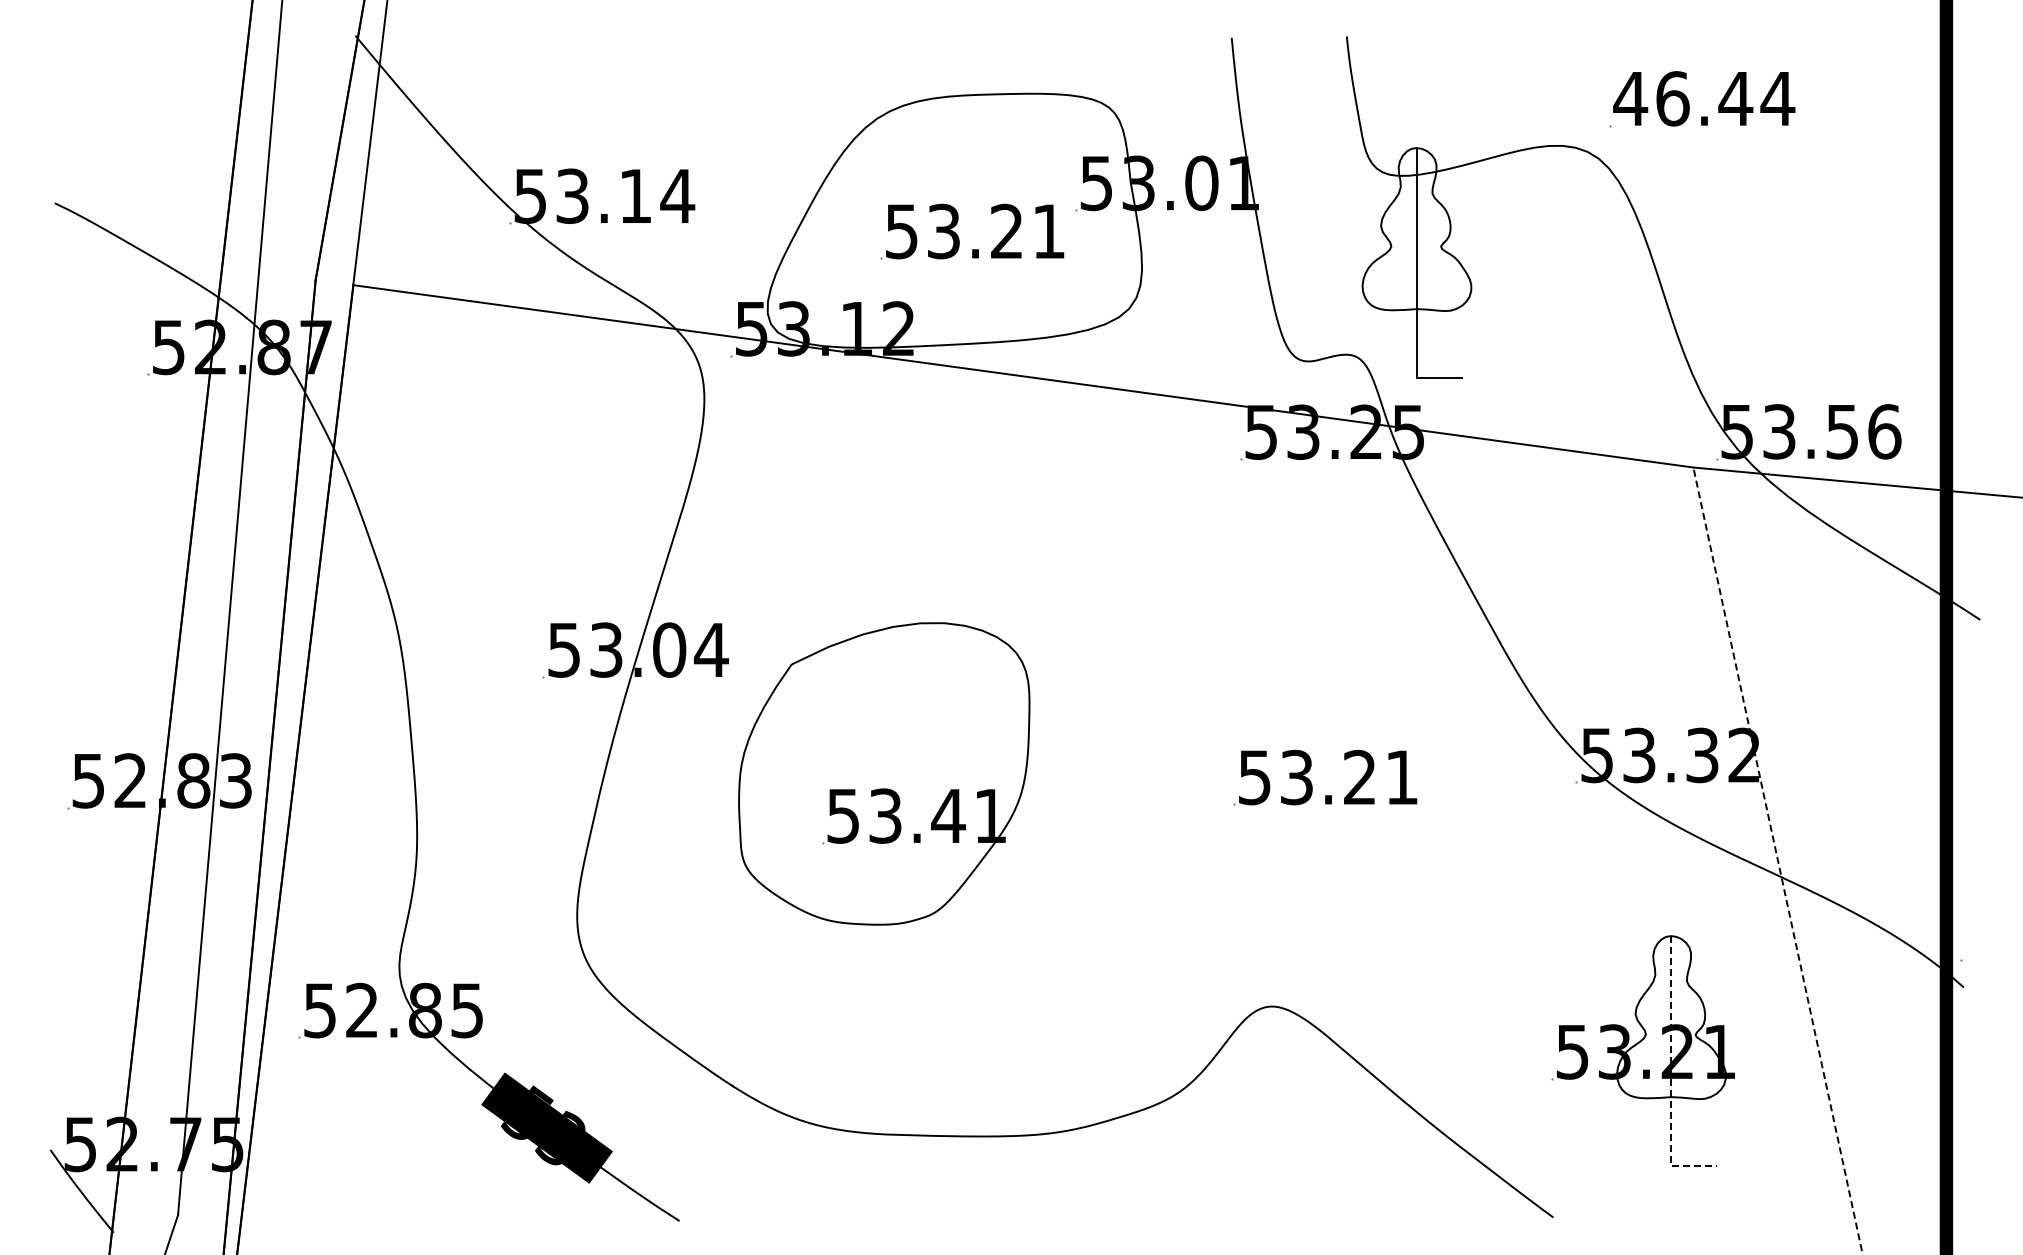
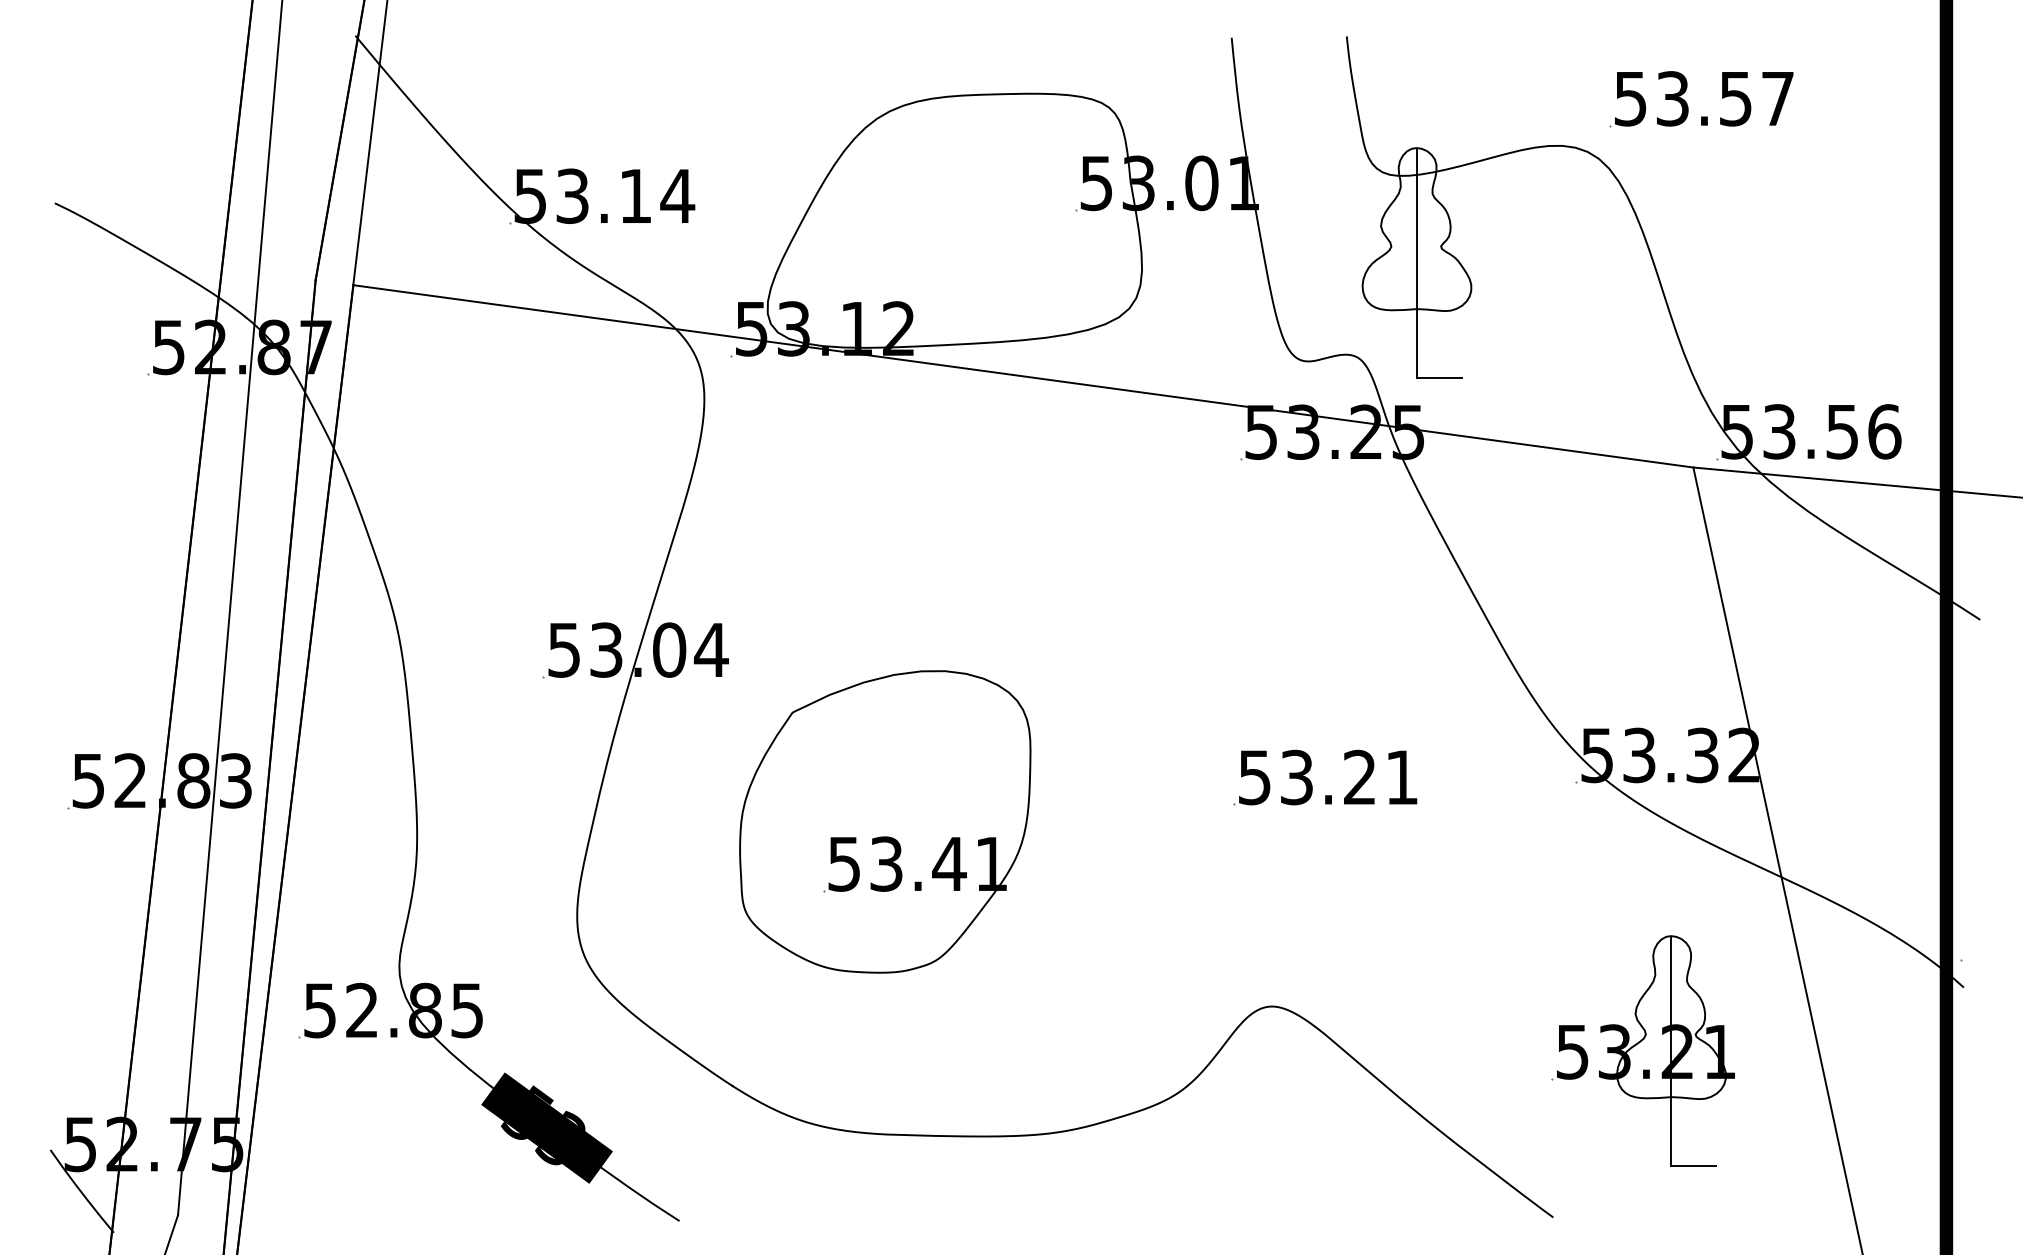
text at (1704, 98): 46.44 -> 53.57
part at (959, 238): present -> none
part at (884, 773) position: (884, 773) -> (885, 821)
line at (1777, 860): dashed -> solid
line at (1671, 1075): dashed -> solid
